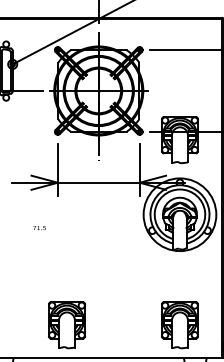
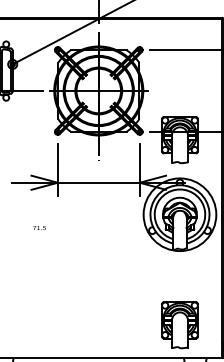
part at (66, 325): present -> none
